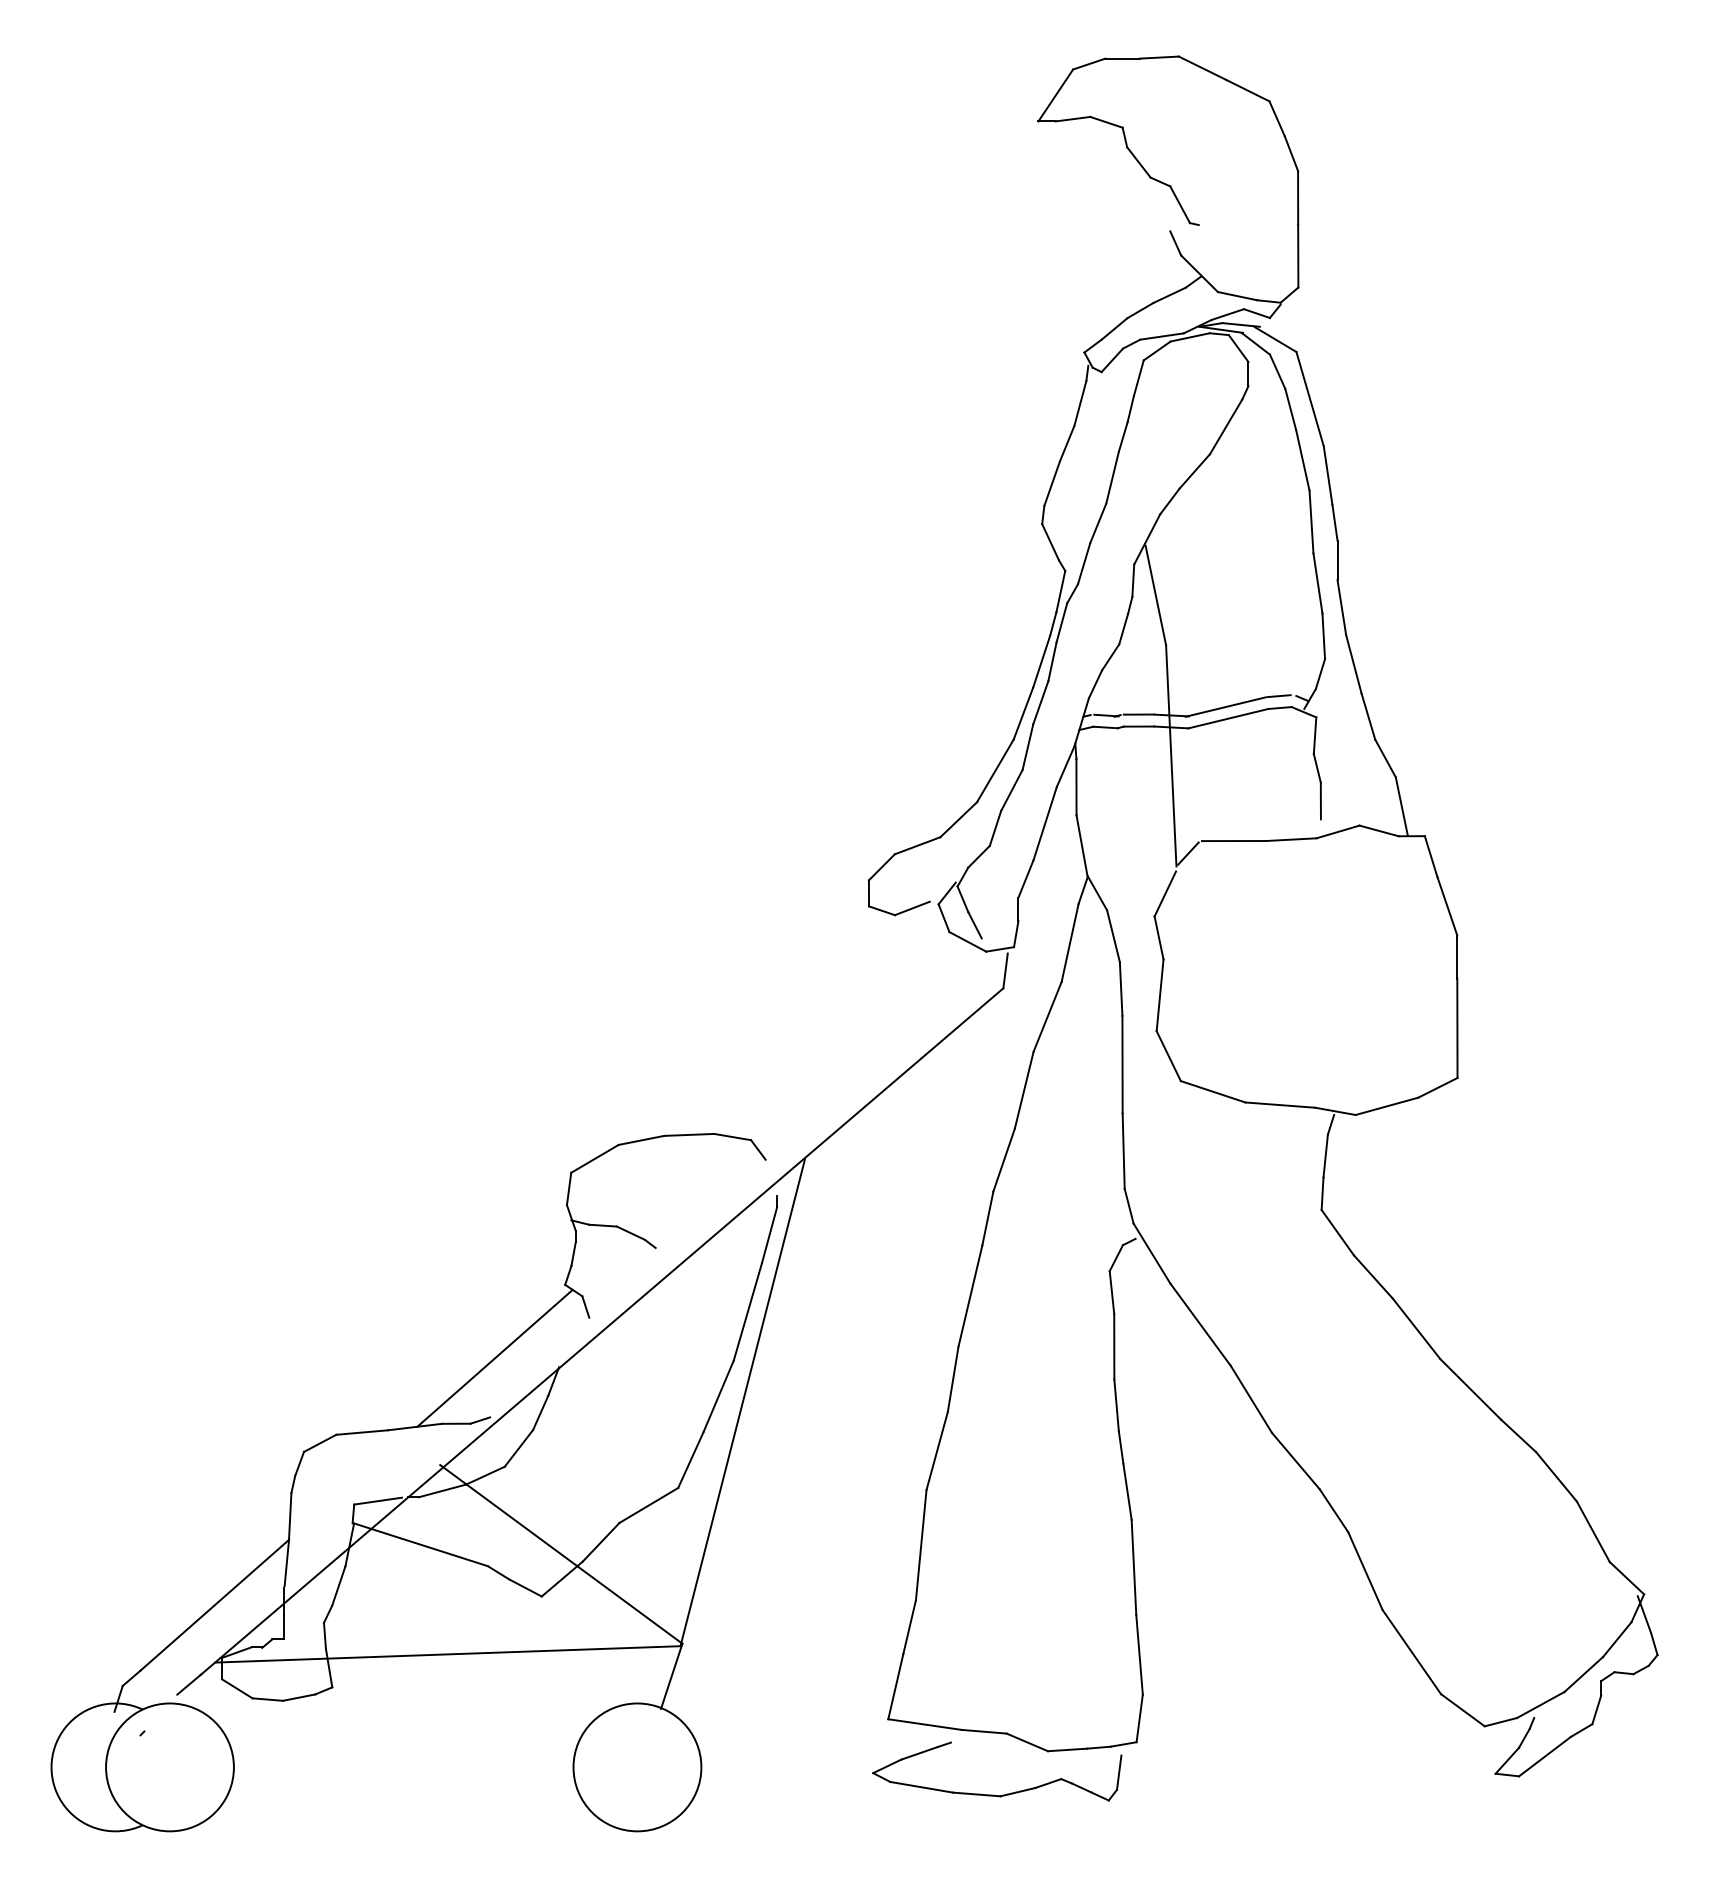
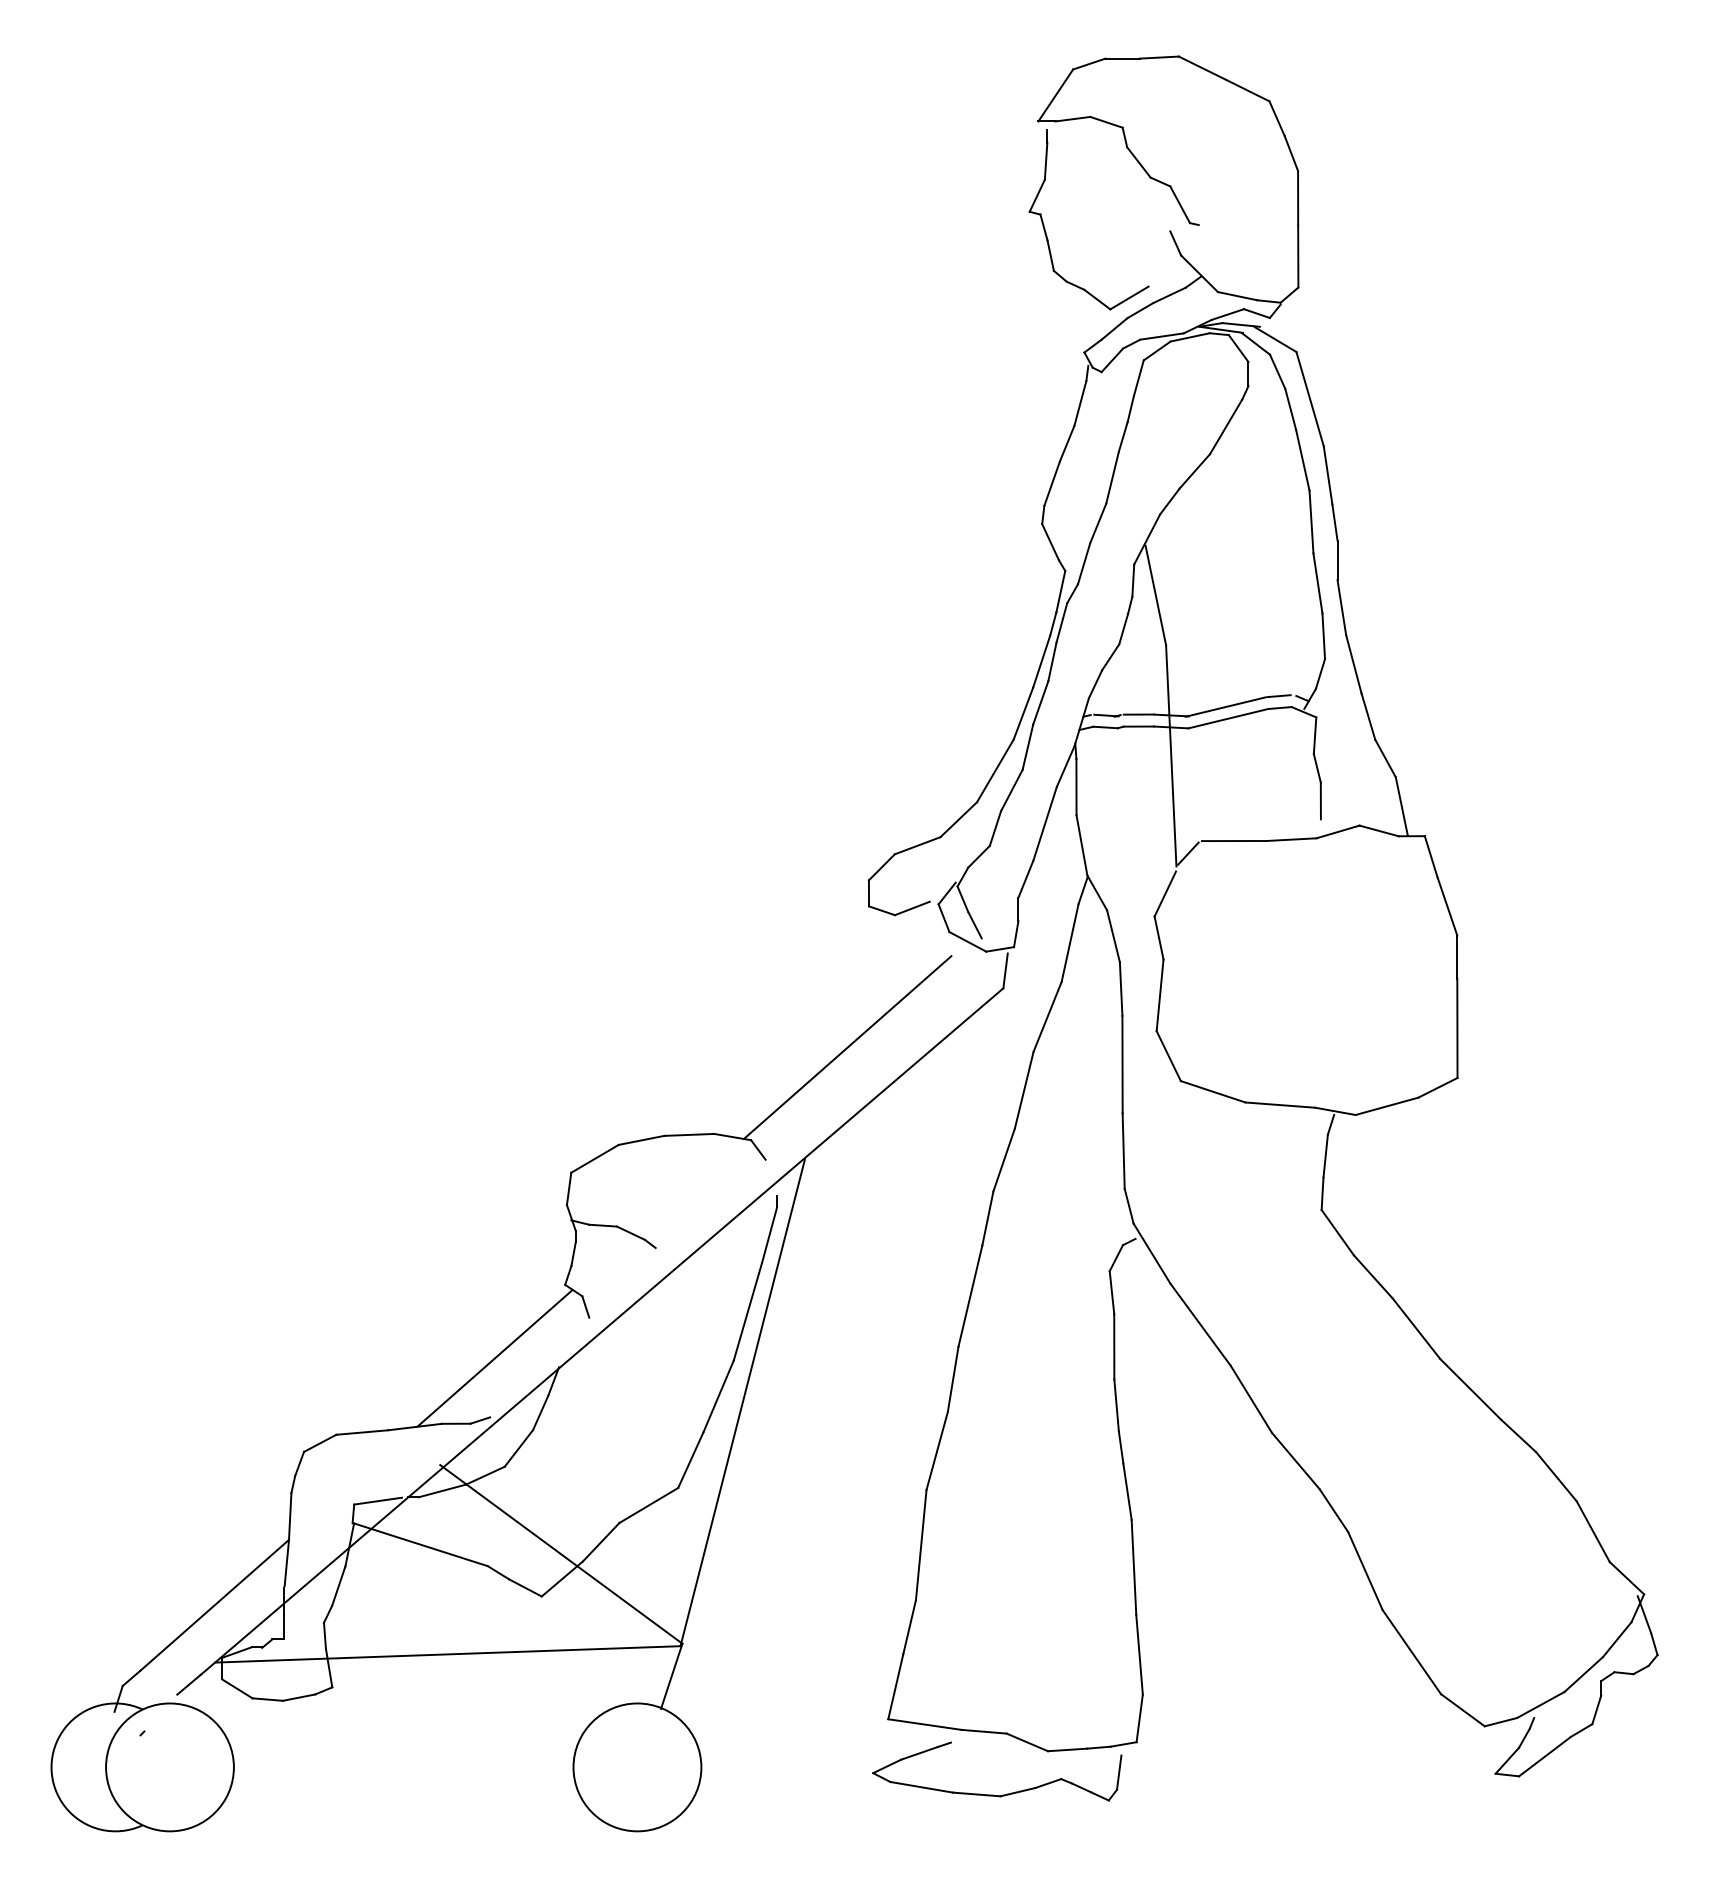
part at (1045, 228): none -> present
line at (847, 1047): none -> present
